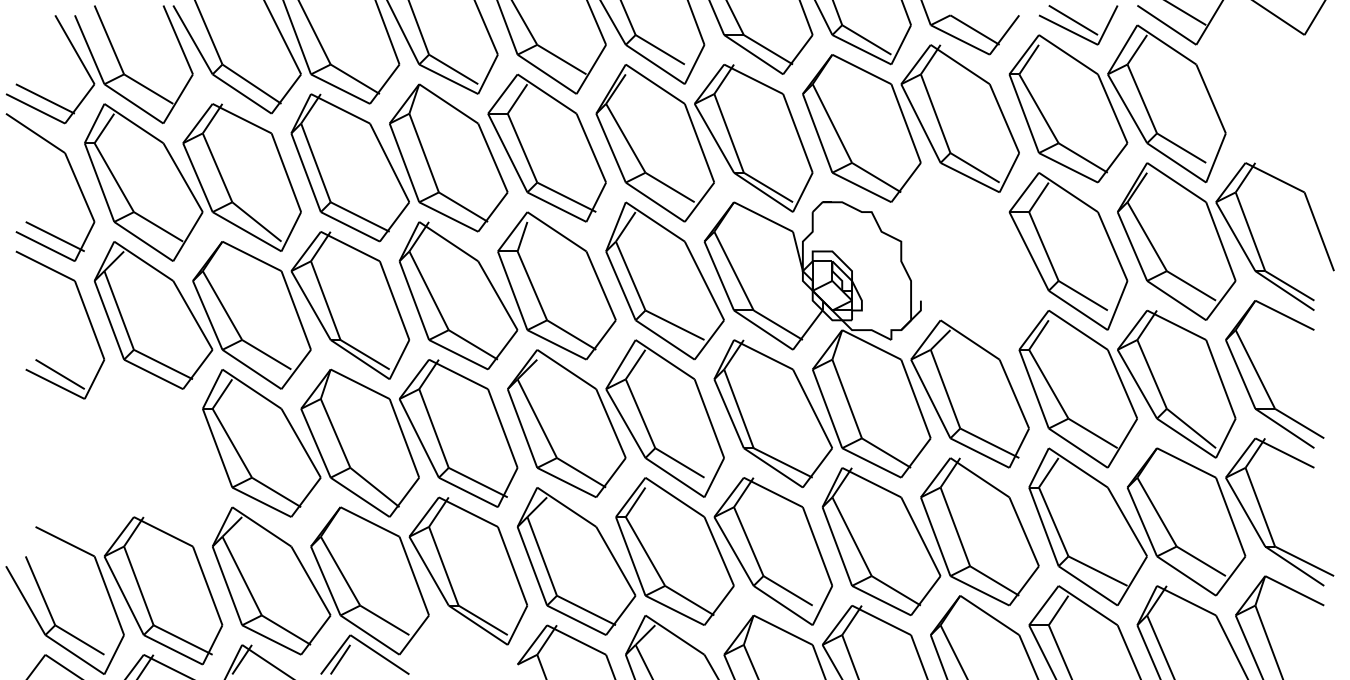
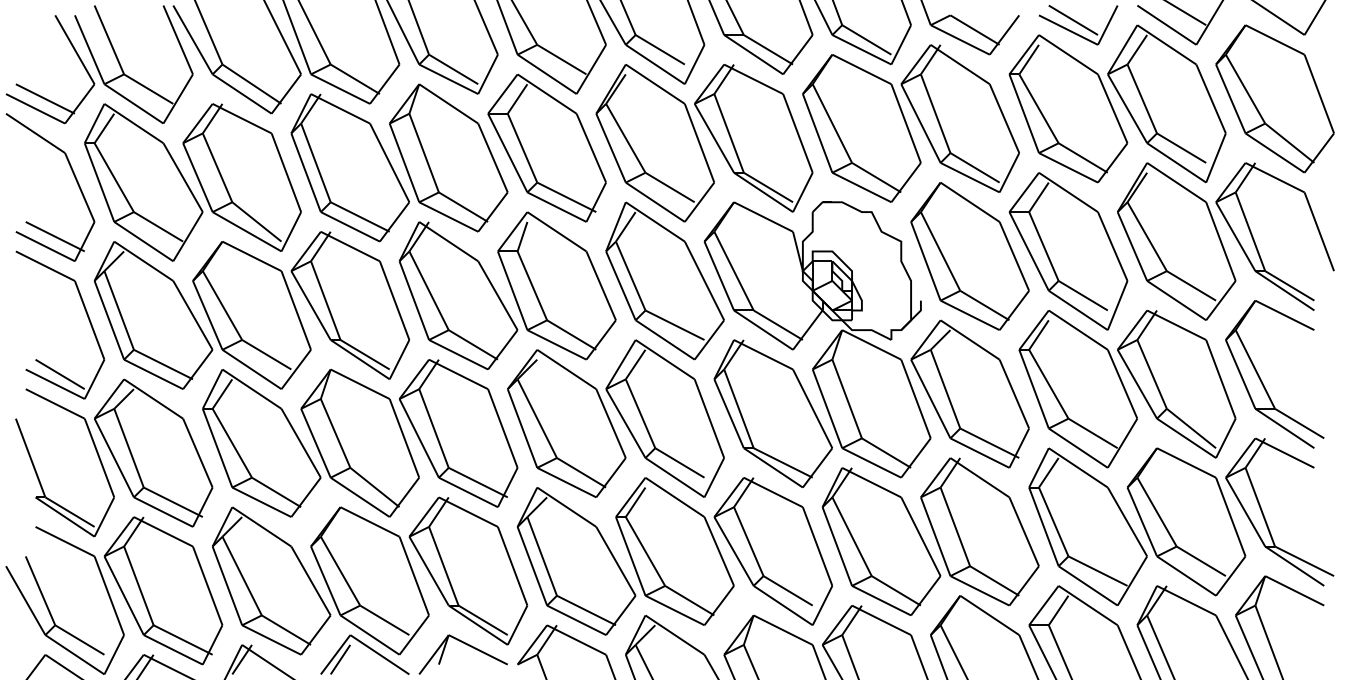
part at (1274, 98): none -> present
part at (969, 256): none -> present
part at (114, 457): none -> present
part at (467, 645): none -> present
